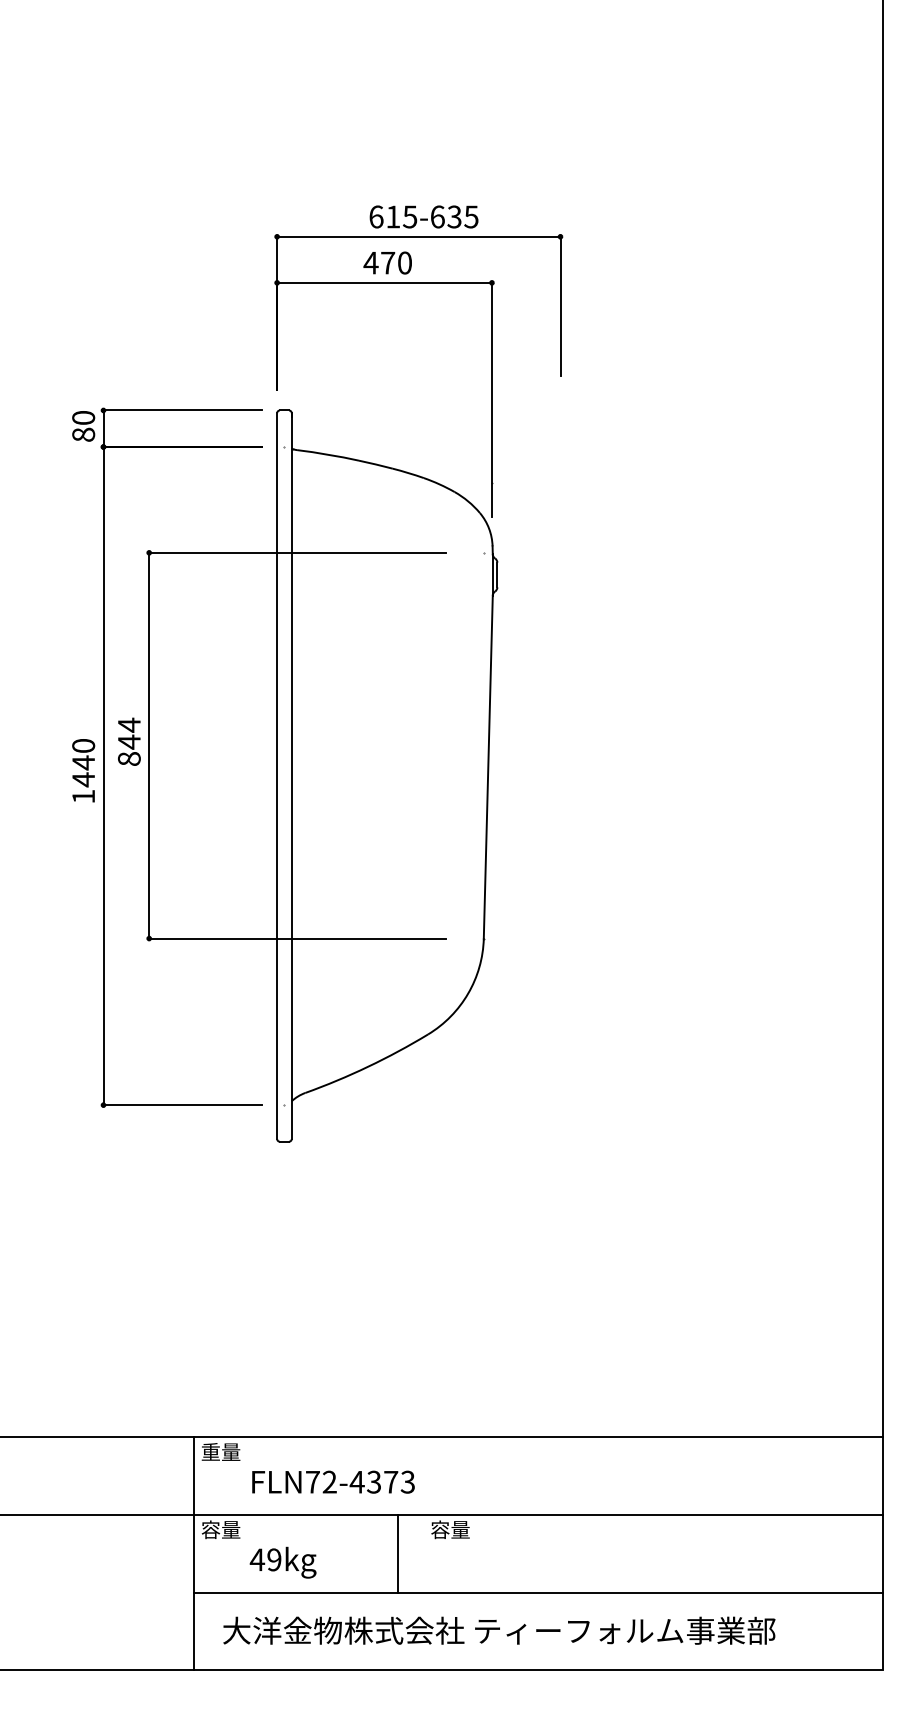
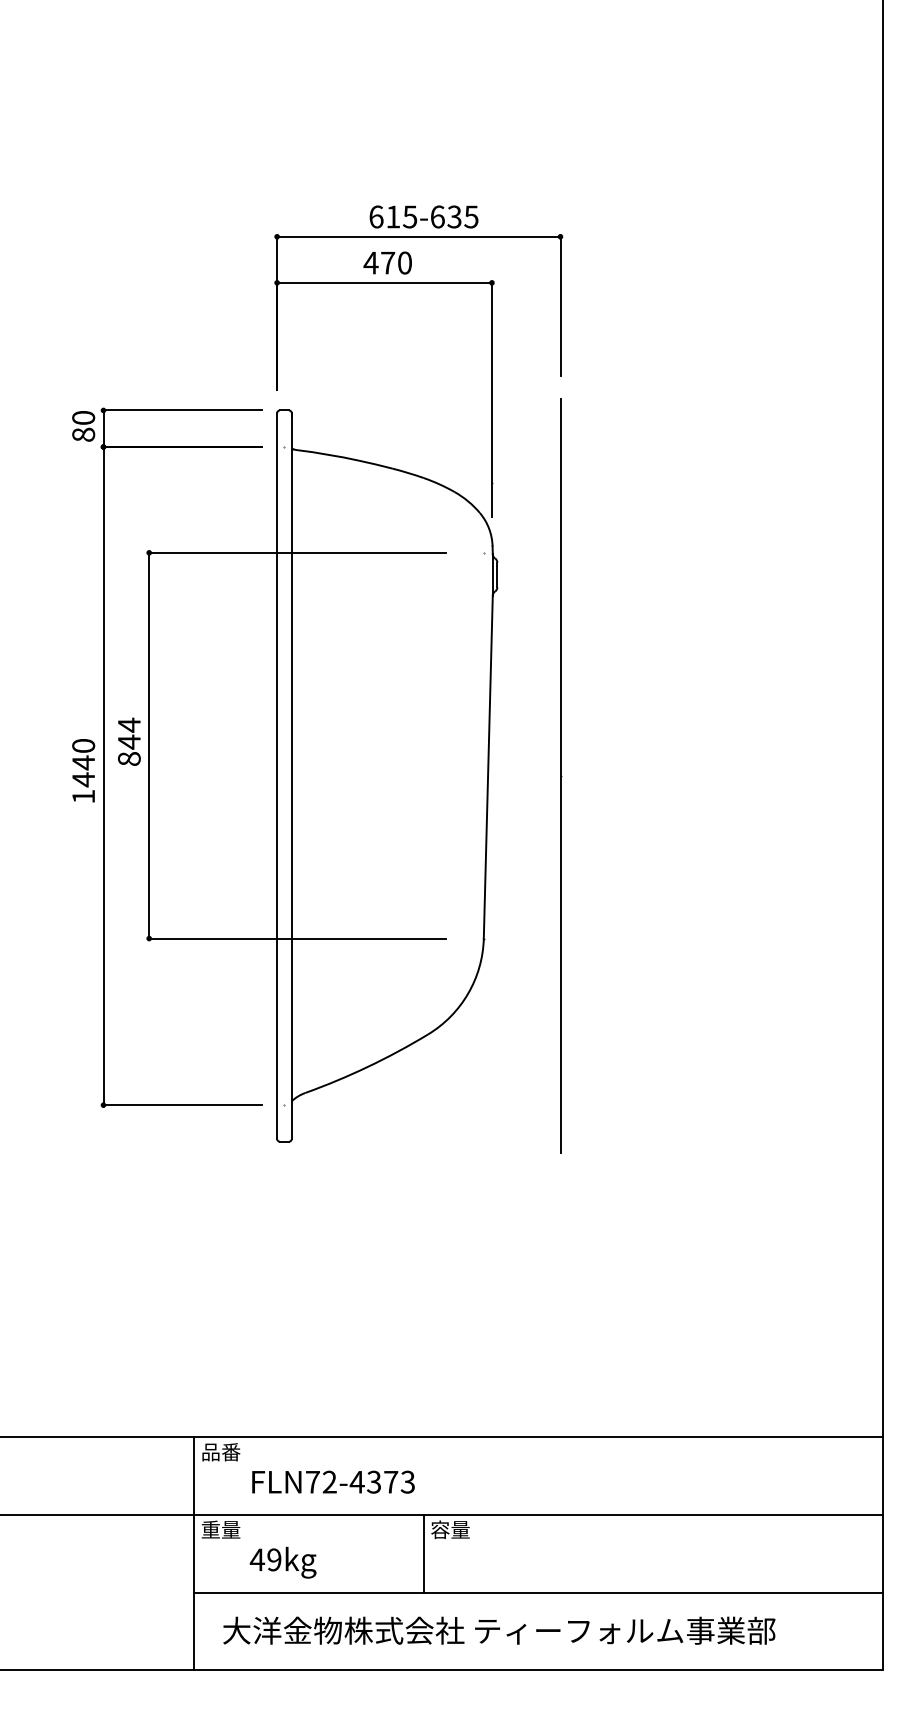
line at (561, 775): none -> present
text at (220, 1452): 重量 -> 品番
text at (210, 1529): 容量 -> 重量
line at (397, 1553) position: (397, 1553) -> (423, 1553)
